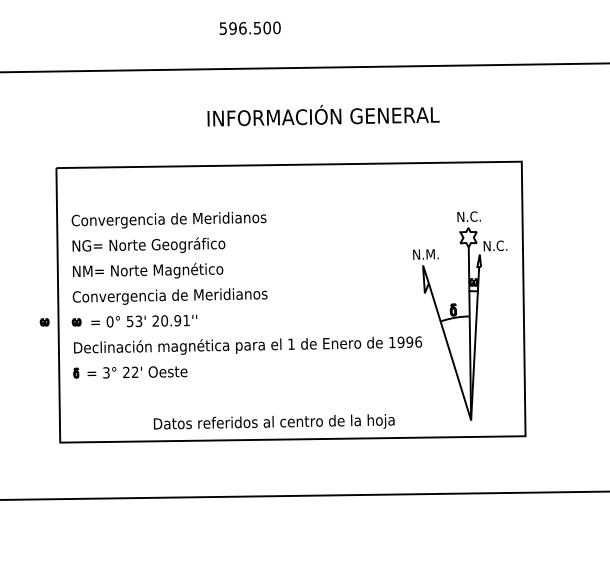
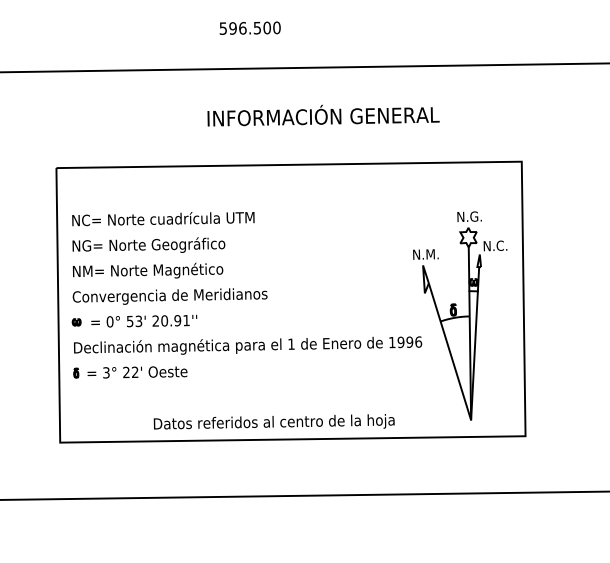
text at (478, 216): N.C. -> N.G.
text at (168, 219): Convergencia de Meridianos -> NC= Norte cuadrícula UTM
part at (44, 322): present -> none
